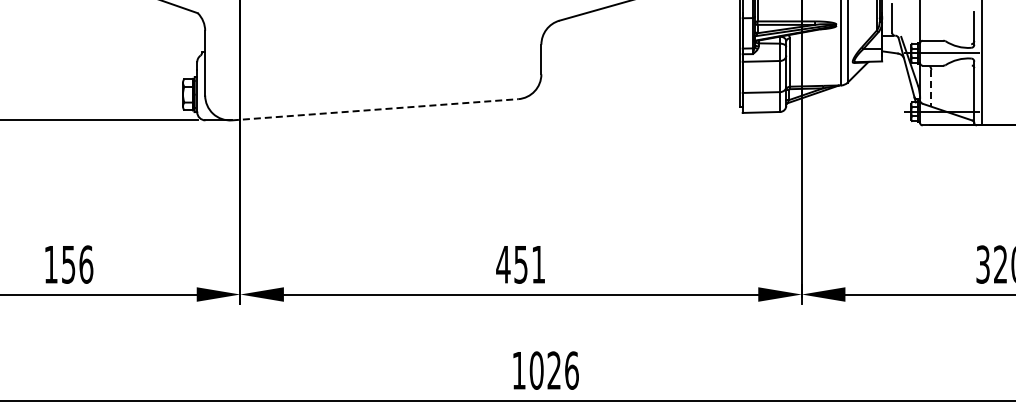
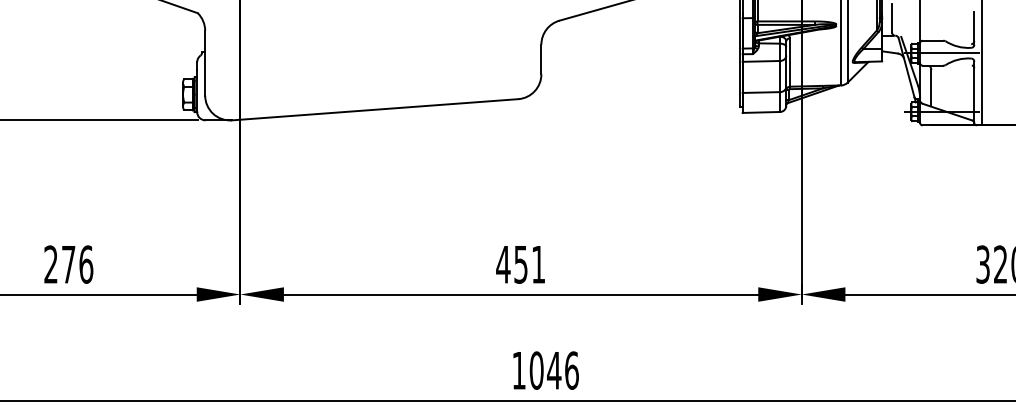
line at (931, 88): dashed -> solid
line at (375, 109): dashed -> solid
text at (59, 264): 156 -> 276
text at (554, 370): 1026 -> 1046
